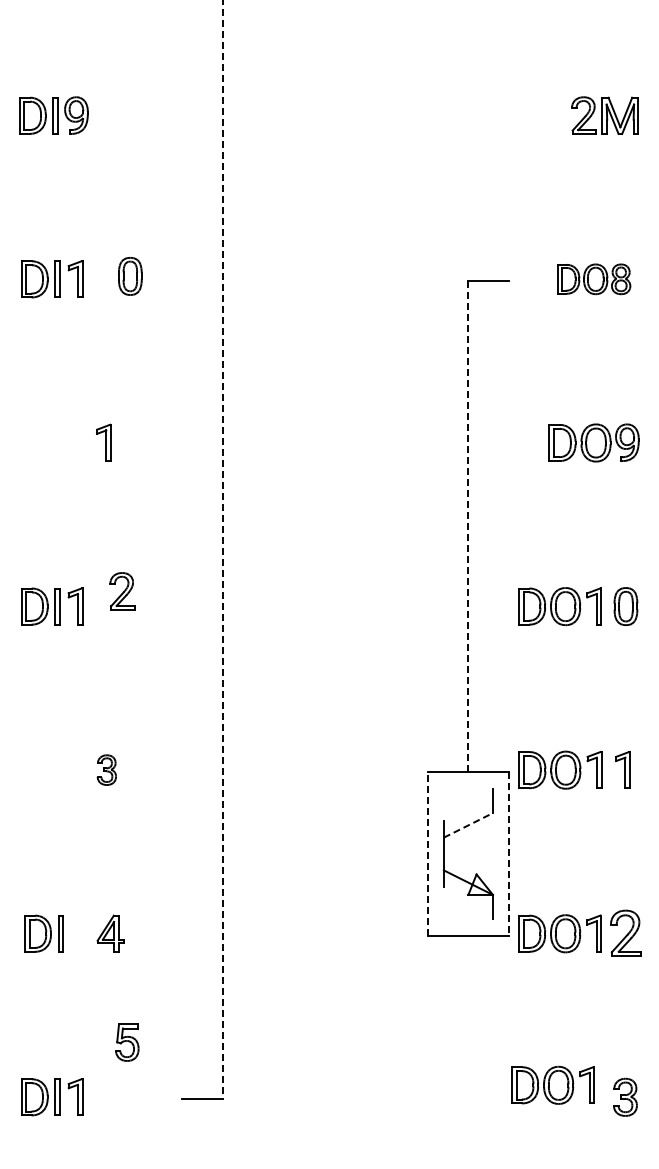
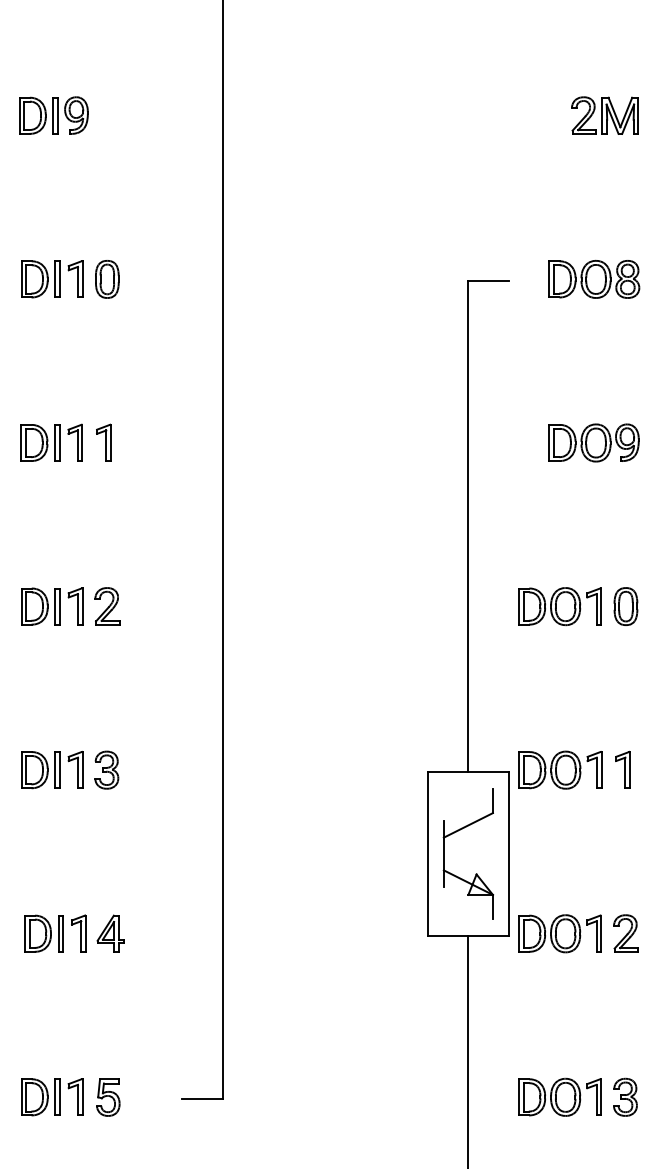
part at (130, 276) position: (130, 276) -> (107, 279)
part at (594, 279) size: 75x33 px -> 93x40 px
part at (51, 442): none -> present
line at (468, 527): dashed -> solid
line at (223, 549): dashed -> solid
part at (122, 591) position: (122, 591) -> (107, 606)
part at (106, 769) size: 21x32 px -> 26x40 px
part at (52, 770): none -> present
line at (468, 825): dashed -> solid
line at (427, 854): dashed -> solid
line at (509, 854): dashed -> solid
part at (625, 932) size: 32x48 px -> 26x39 px
part at (78, 933): none -> present
part at (127, 1042) position: (127, 1042) -> (108, 1097)
line at (468, 1050): none -> present
part at (552, 1084) position: (552, 1084) -> (559, 1096)
